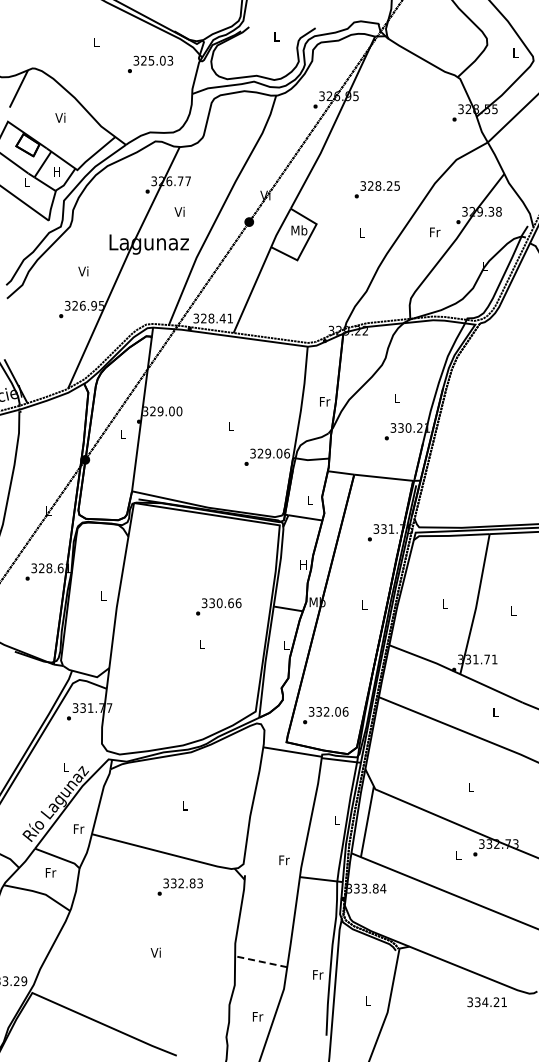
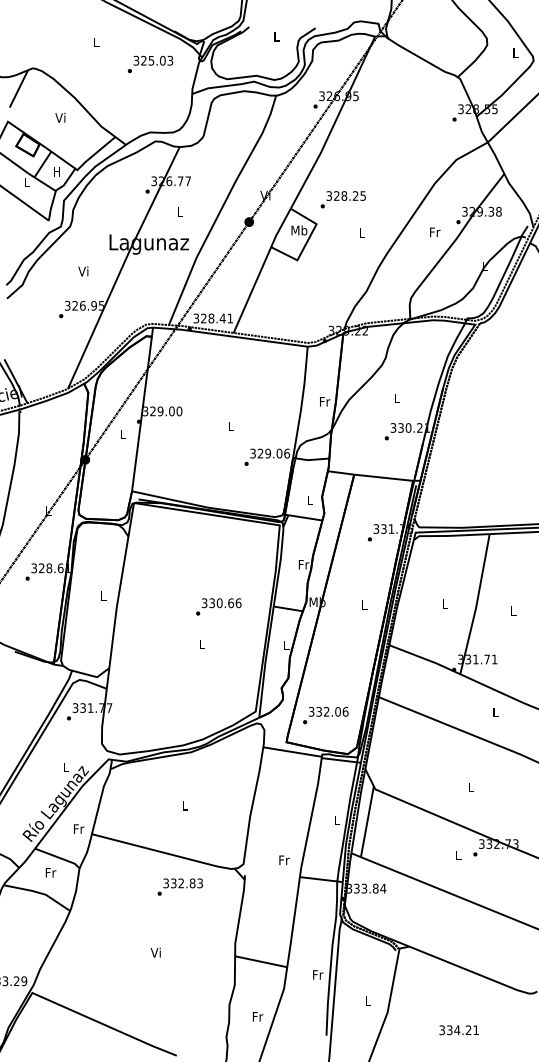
text at (376, 189) position: (376, 189) -> (342, 199)
text at (179, 211): Vi -> L
text at (303, 564): H -> Fr
line at (261, 961): dashed -> solid
text at (486, 1002) position: (486, 1002) -> (458, 1030)
